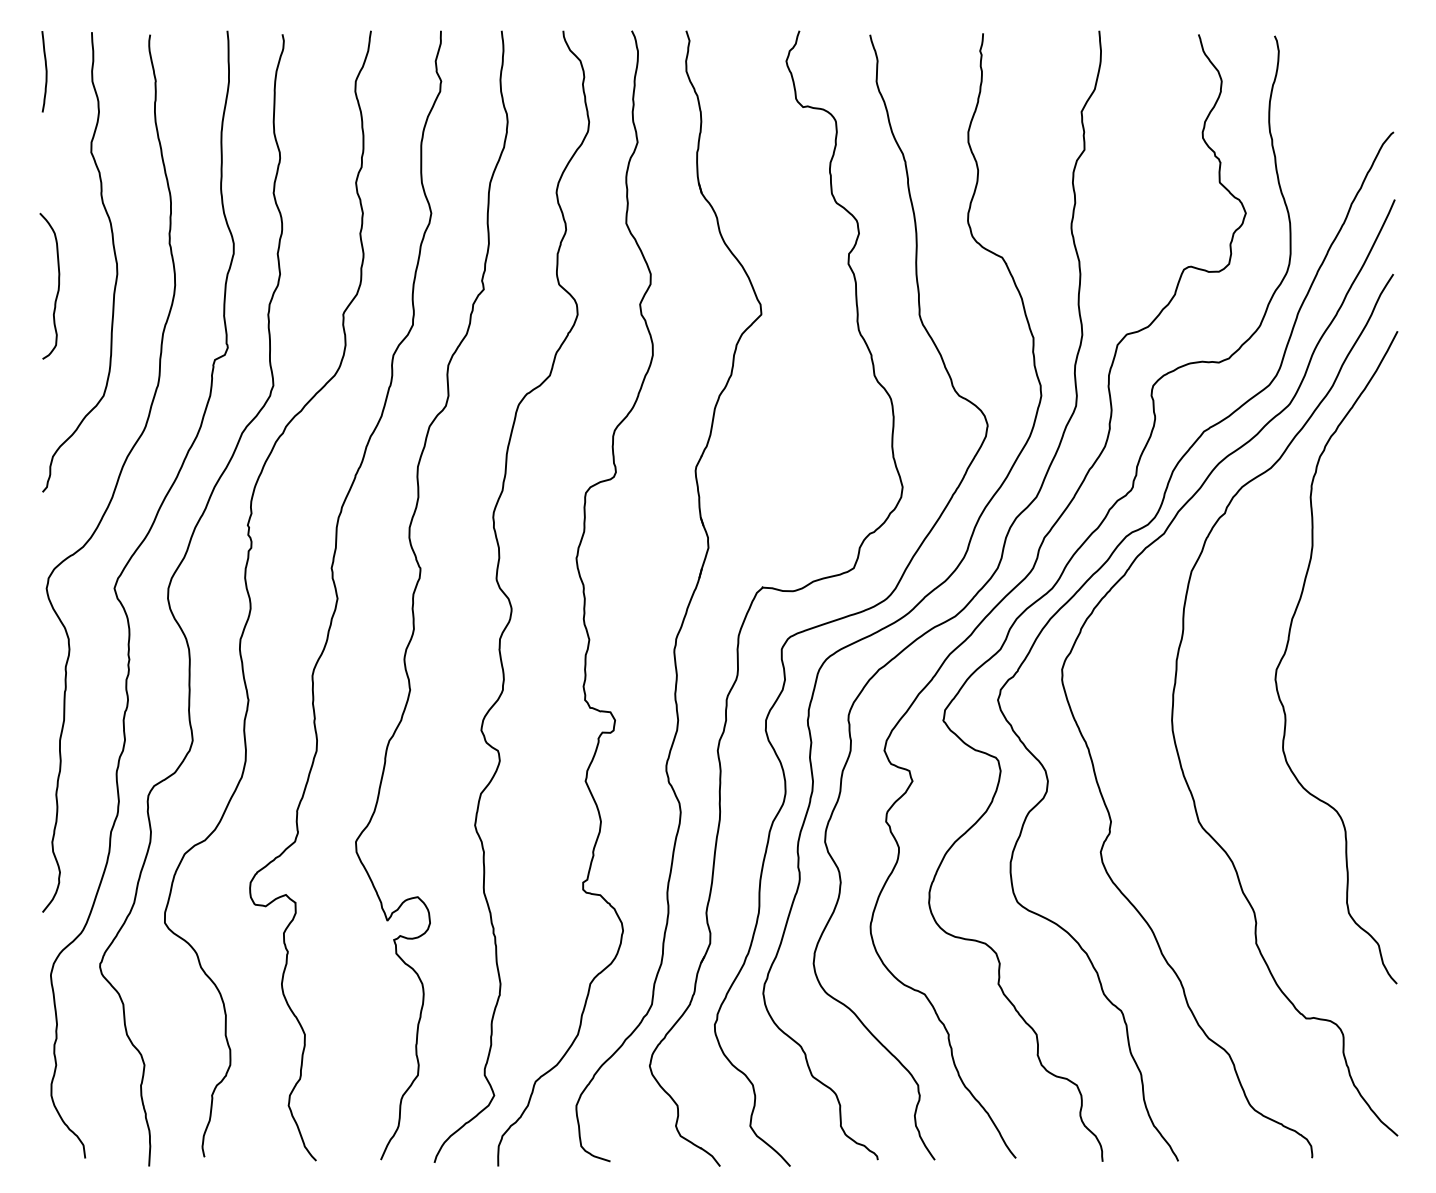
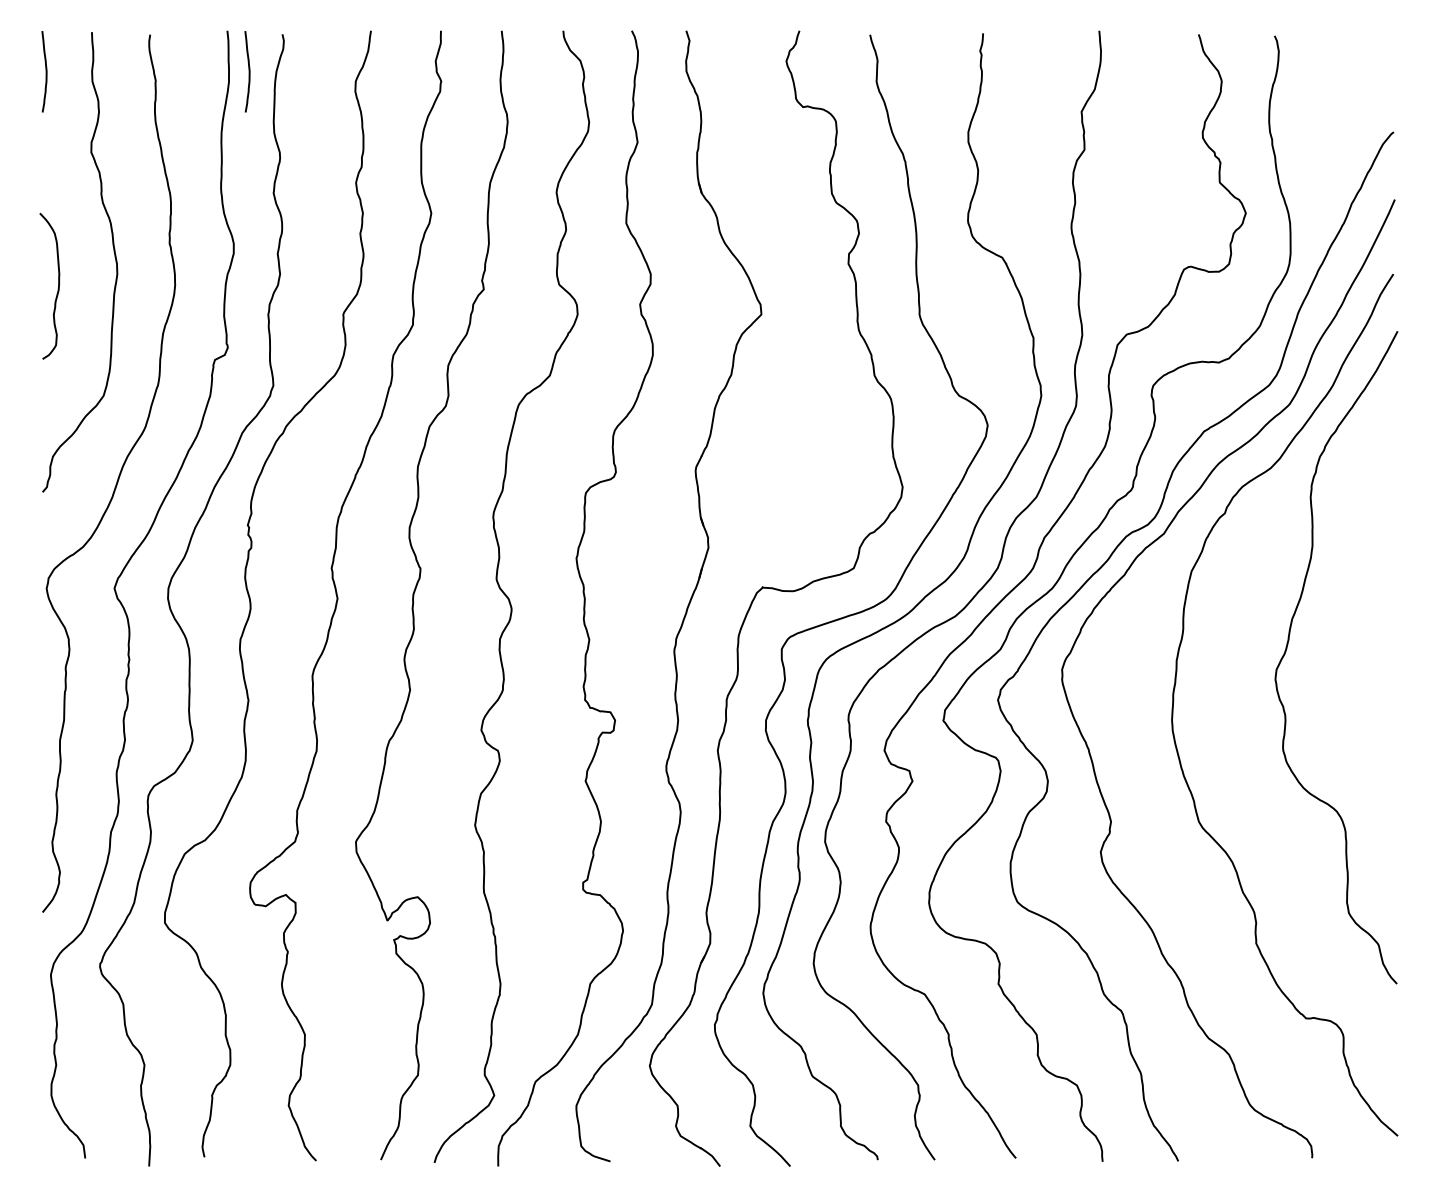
curve at (248, 71): none -> present
